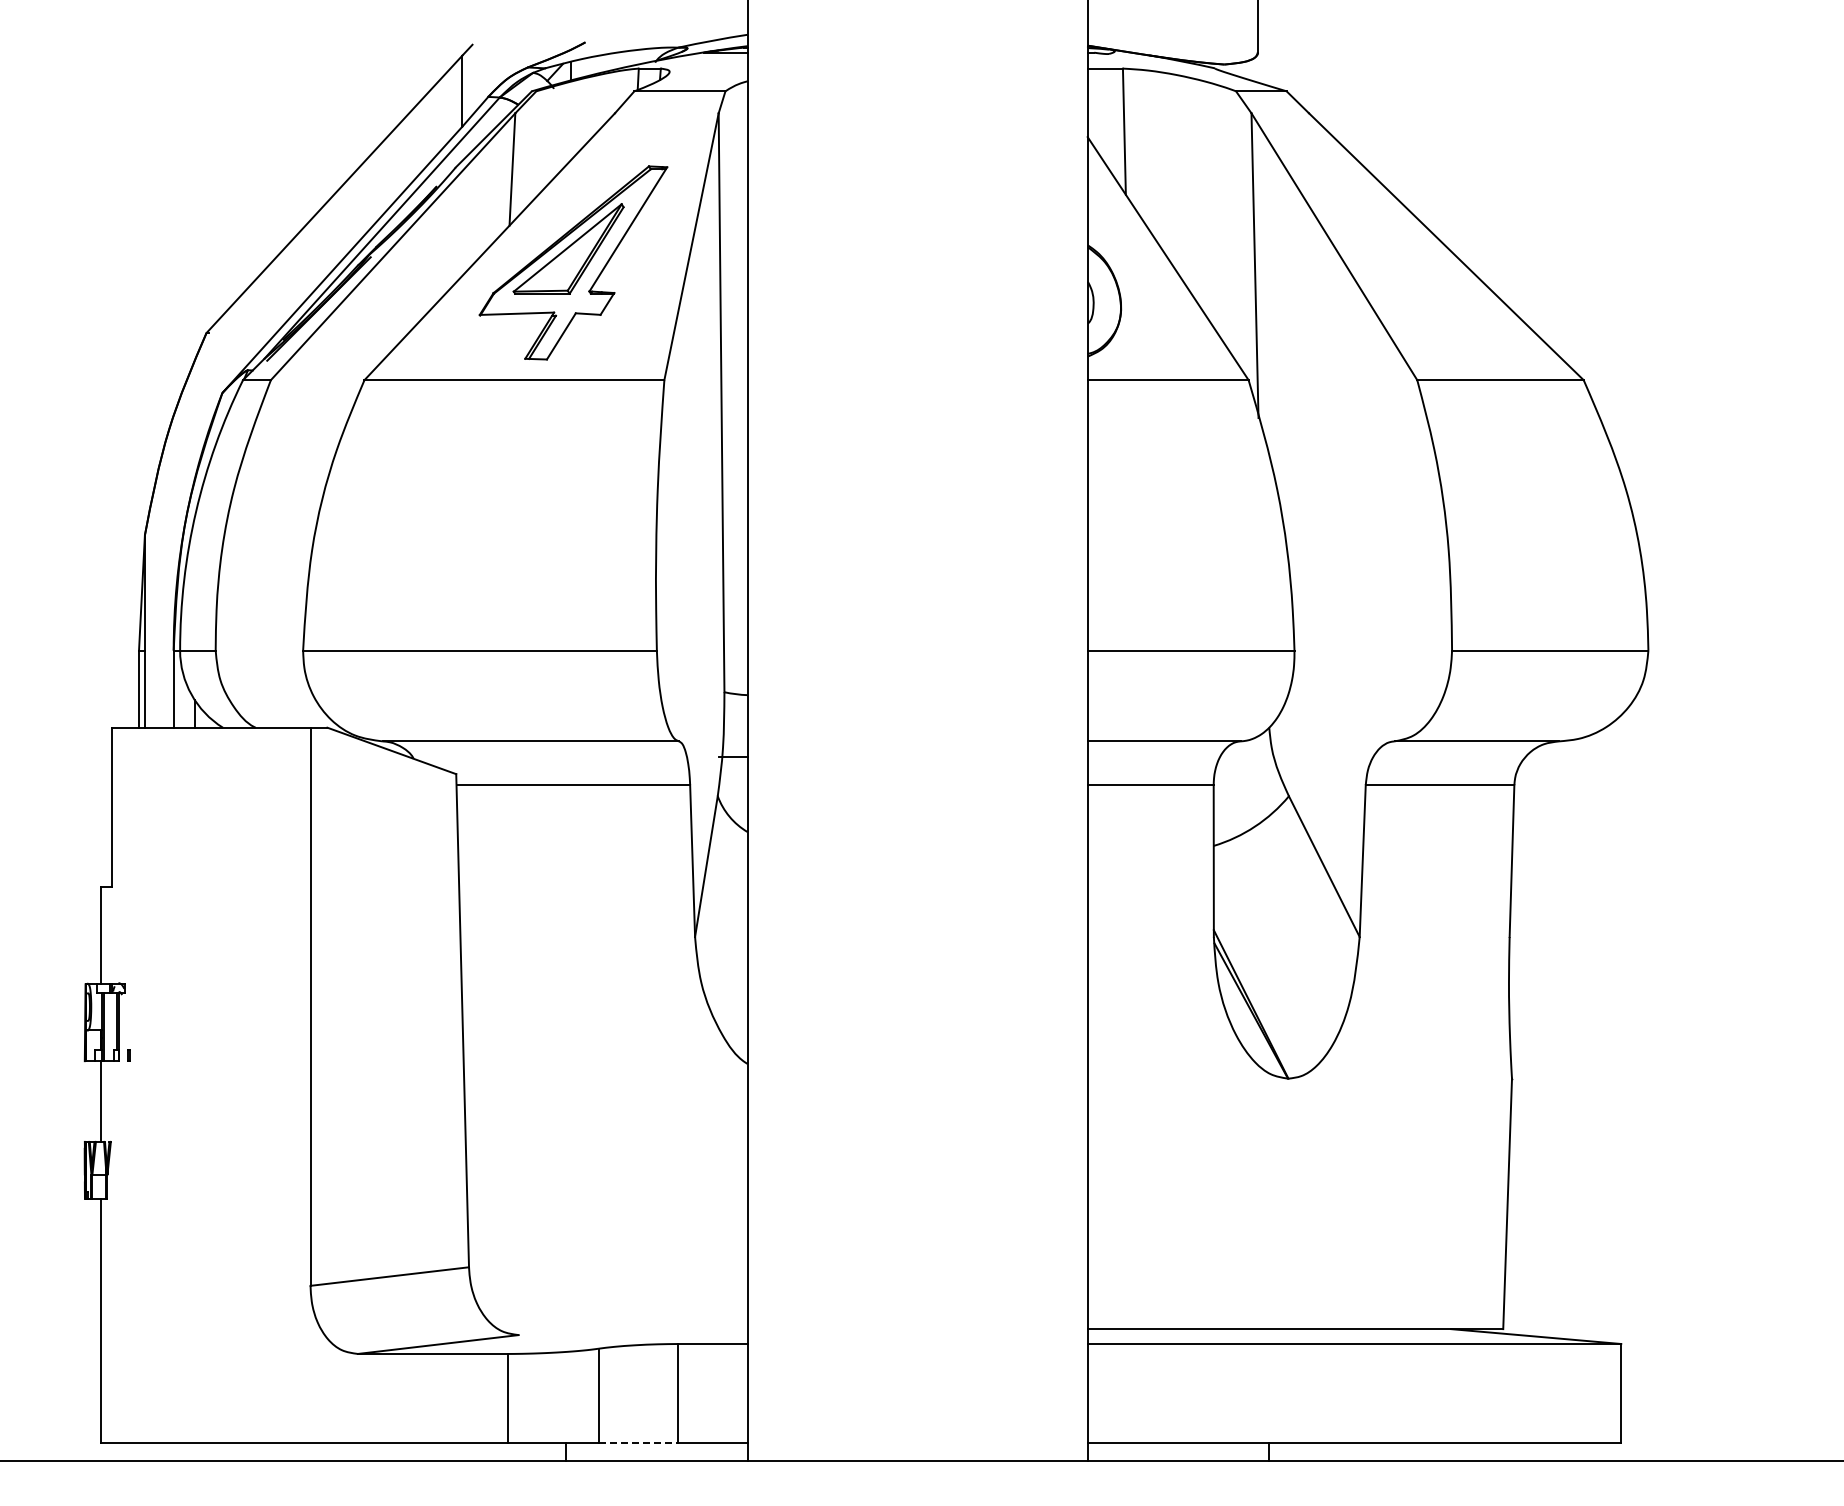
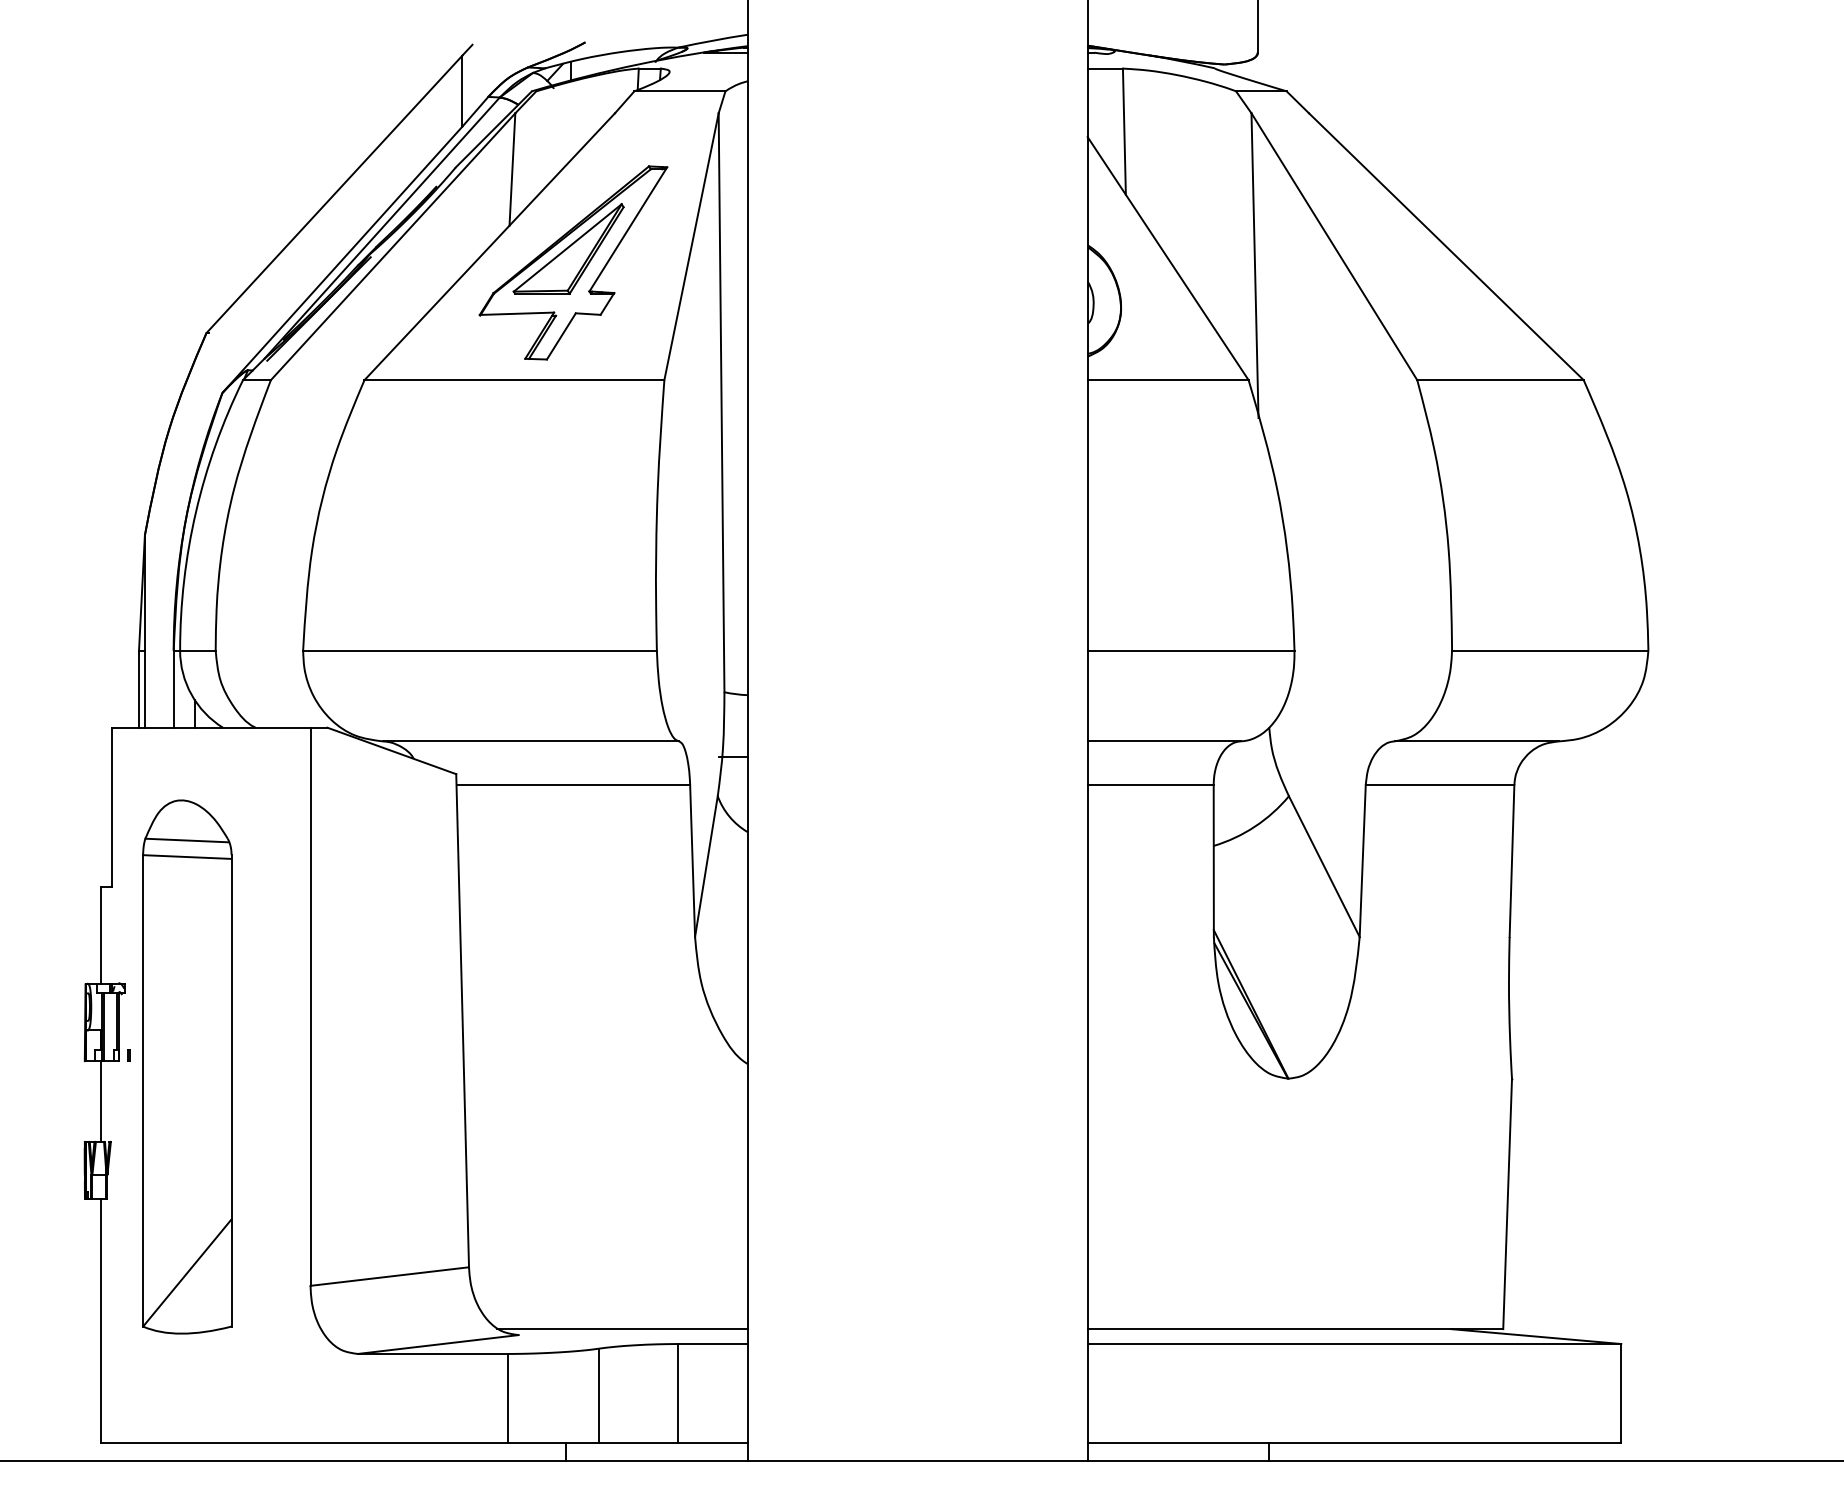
part at (187, 1066): none -> present
line at (622, 1329): none -> present
line at (638, 1442): dashed -> solid
